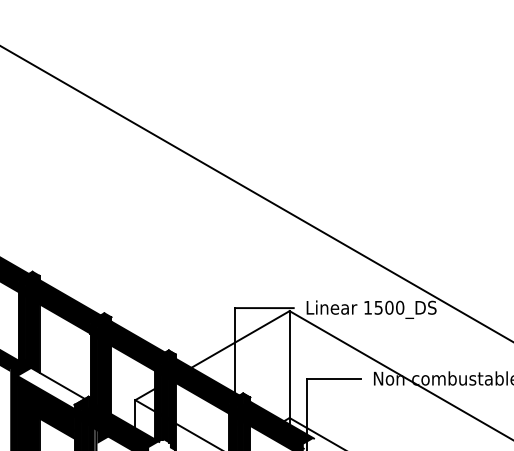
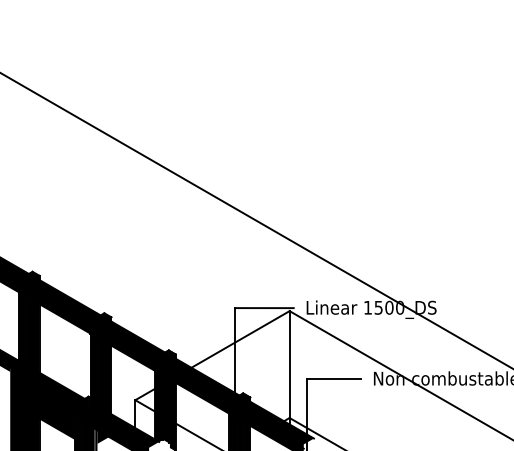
line at (256, 193) position: (256, 193) -> (256, 220)
fill at (50, 388): none -> present
